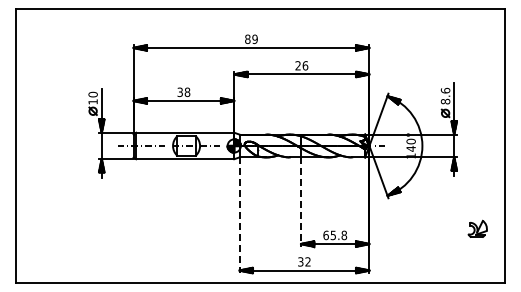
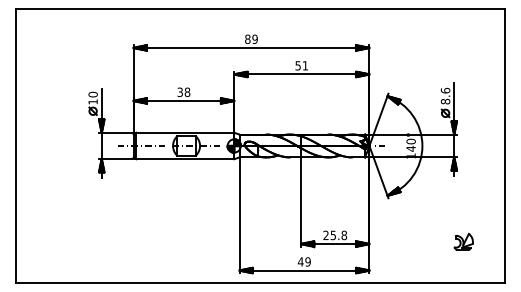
text at (301, 65): 26 -> 51
line at (301, 202): dashed -> solid
line at (239, 215): dashed -> solid
part at (477, 228) position: (477, 228) -> (463, 241)
text at (325, 235): 65.8 -> 25.8
text at (303, 261): 32 -> 49
